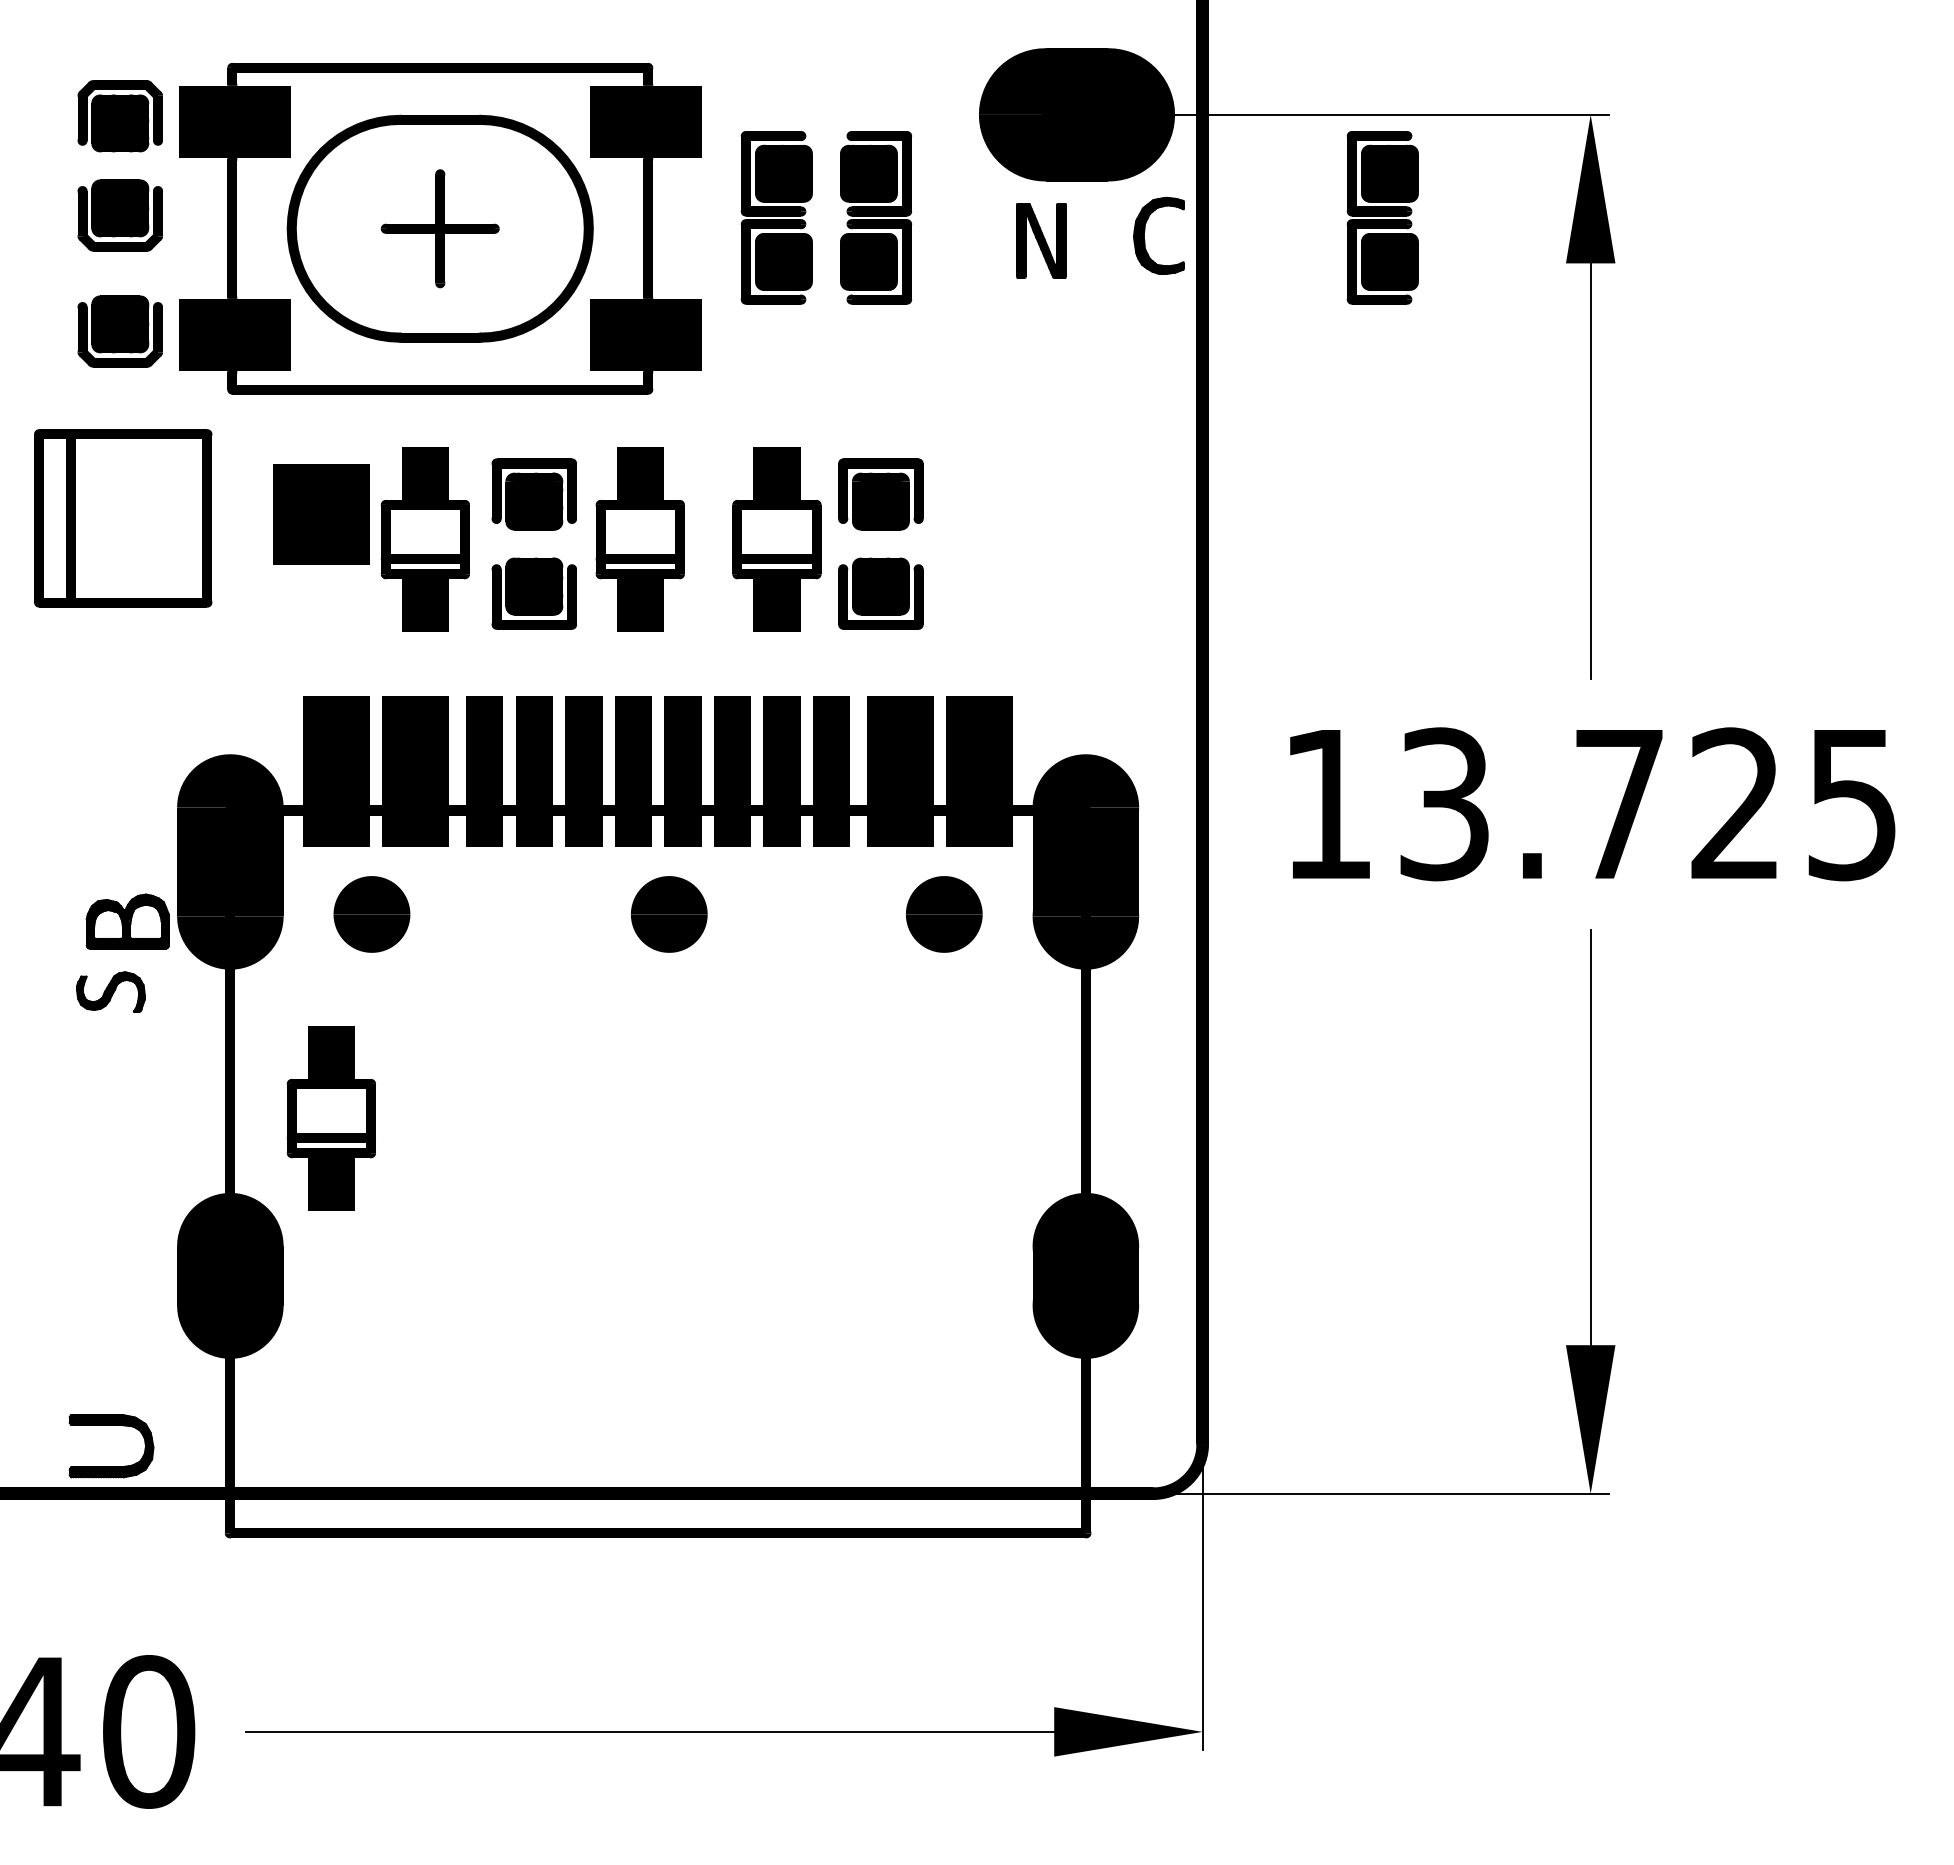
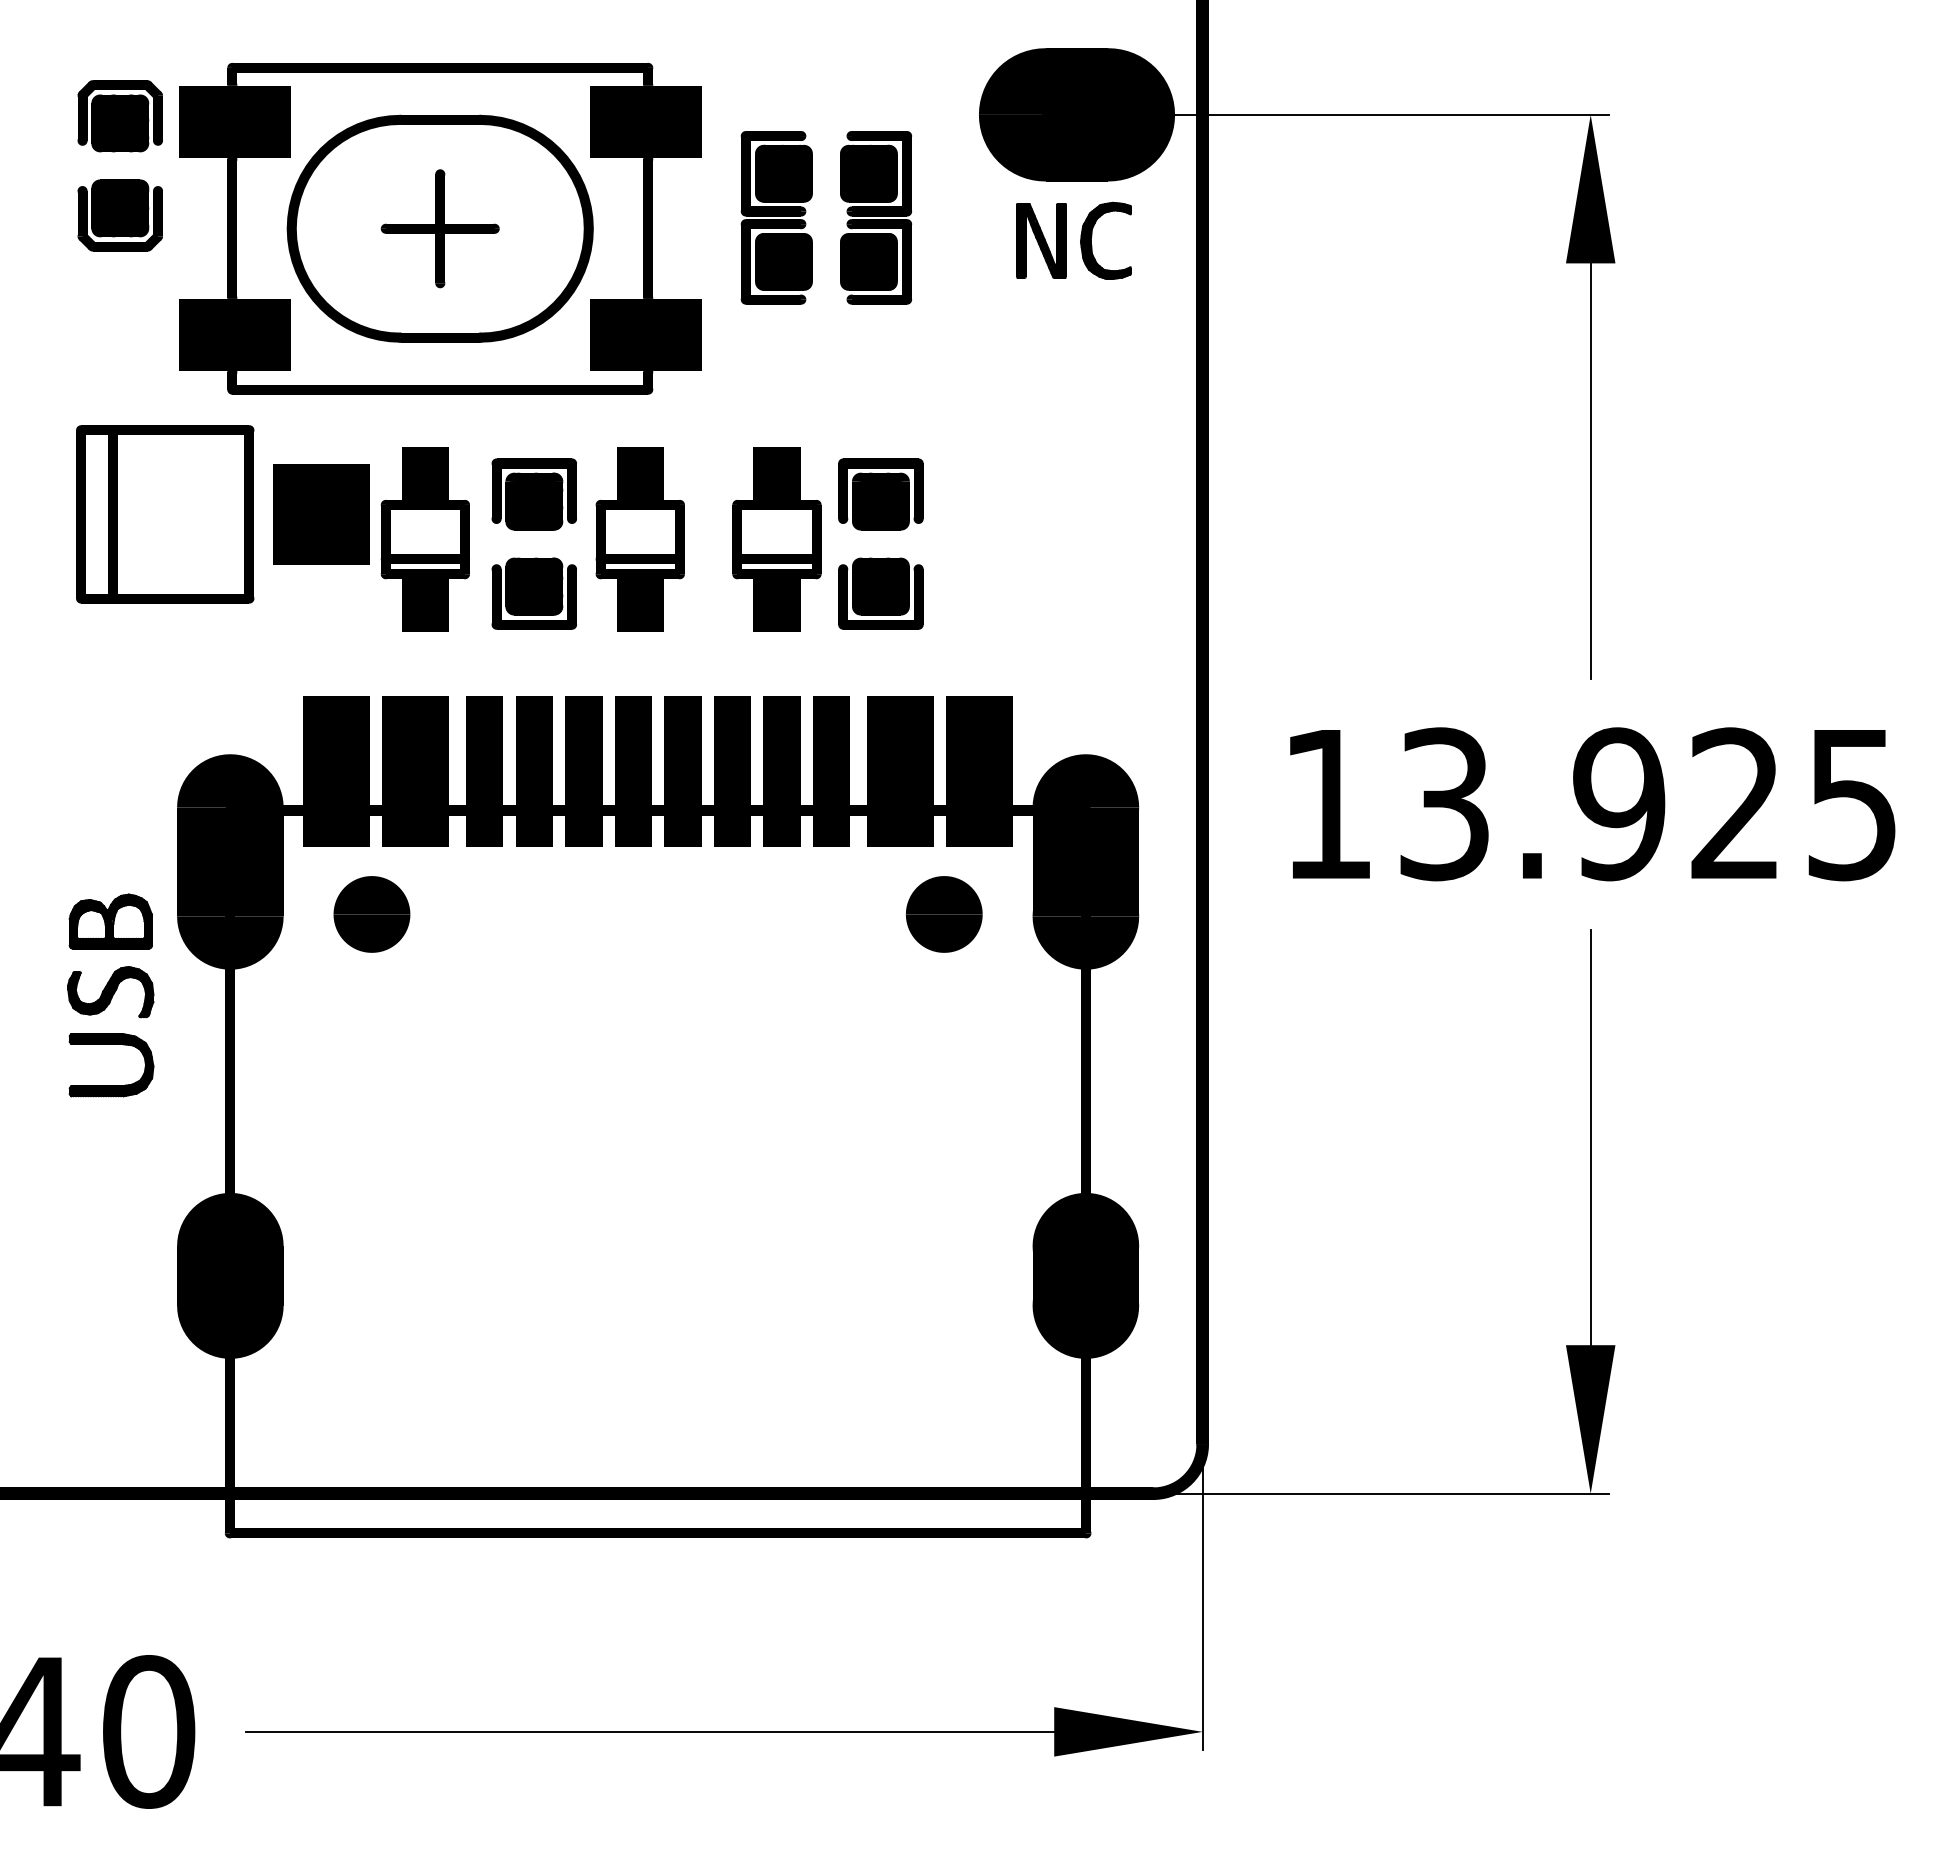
part at (1382, 217): present -> none
part at (1145, 231) position: (1145, 231) -> (1092, 236)
part at (119, 331): present -> none
part at (123, 518) position: (123, 518) -> (165, 514)
text at (1619, 804): 13.725 -> 13.925
part at (668, 914): present -> none
part at (127, 921) position: (127, 921) -> (110, 921)
part at (110, 991) size: 70x42 px -> 88x53 px
part at (330, 1118): present -> none
part at (111, 1466) position: (111, 1466) -> (111, 1085)
